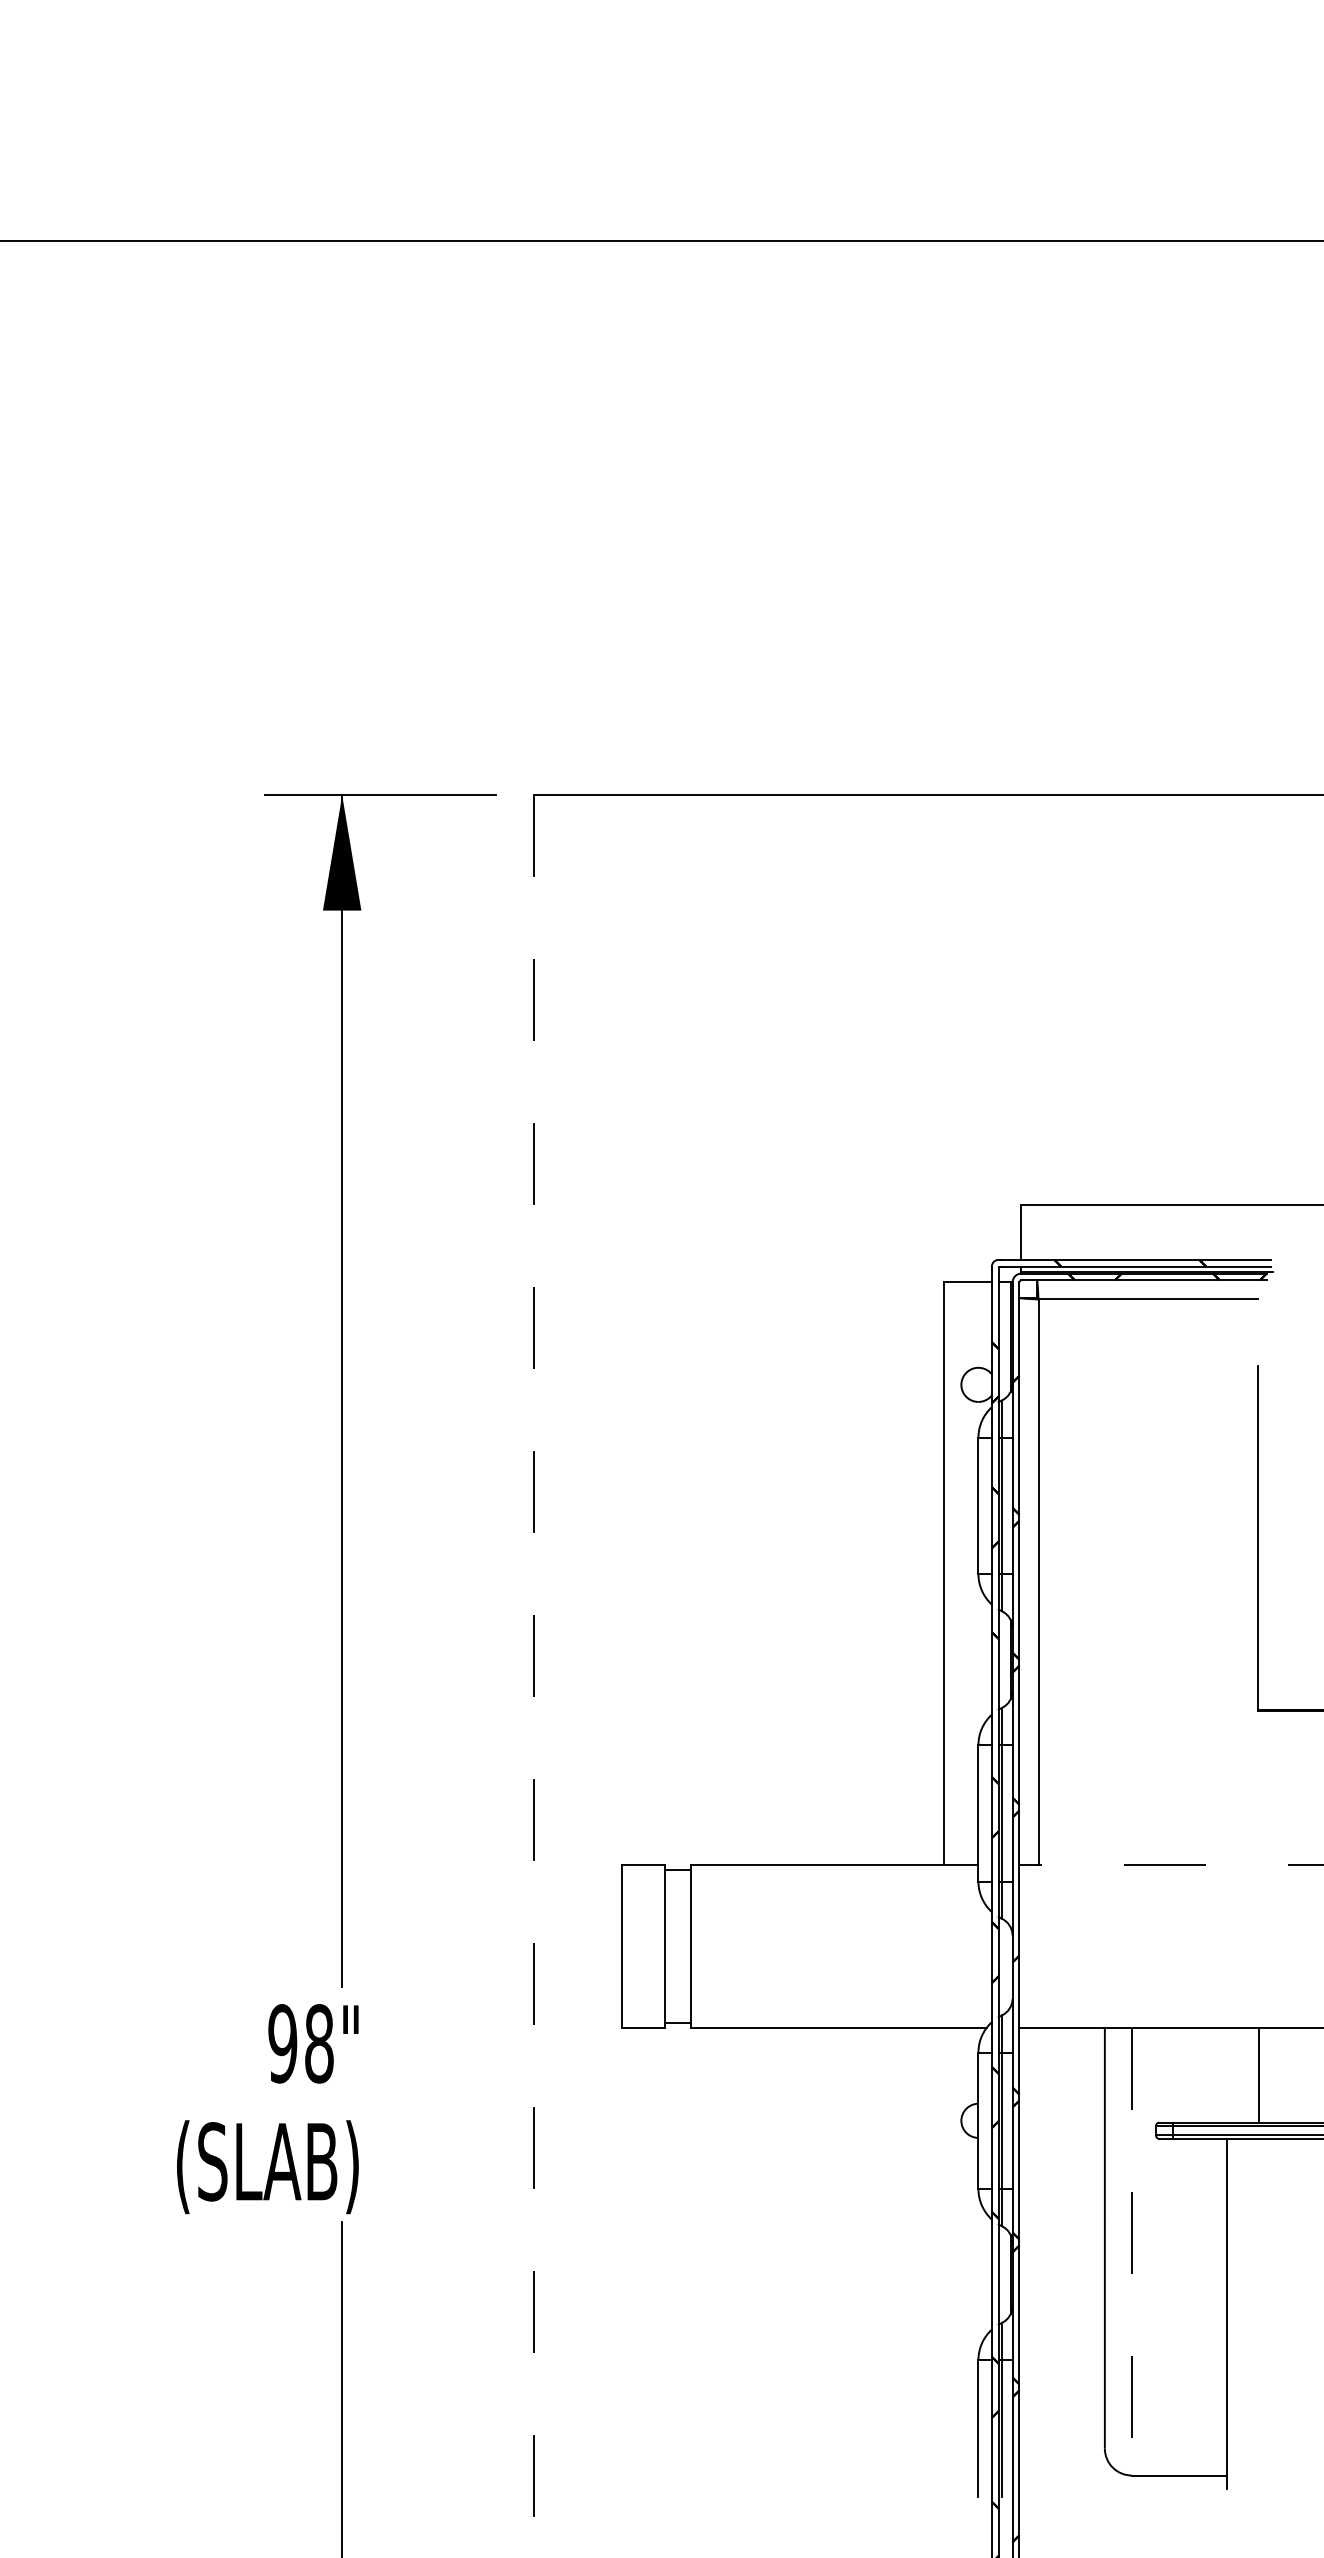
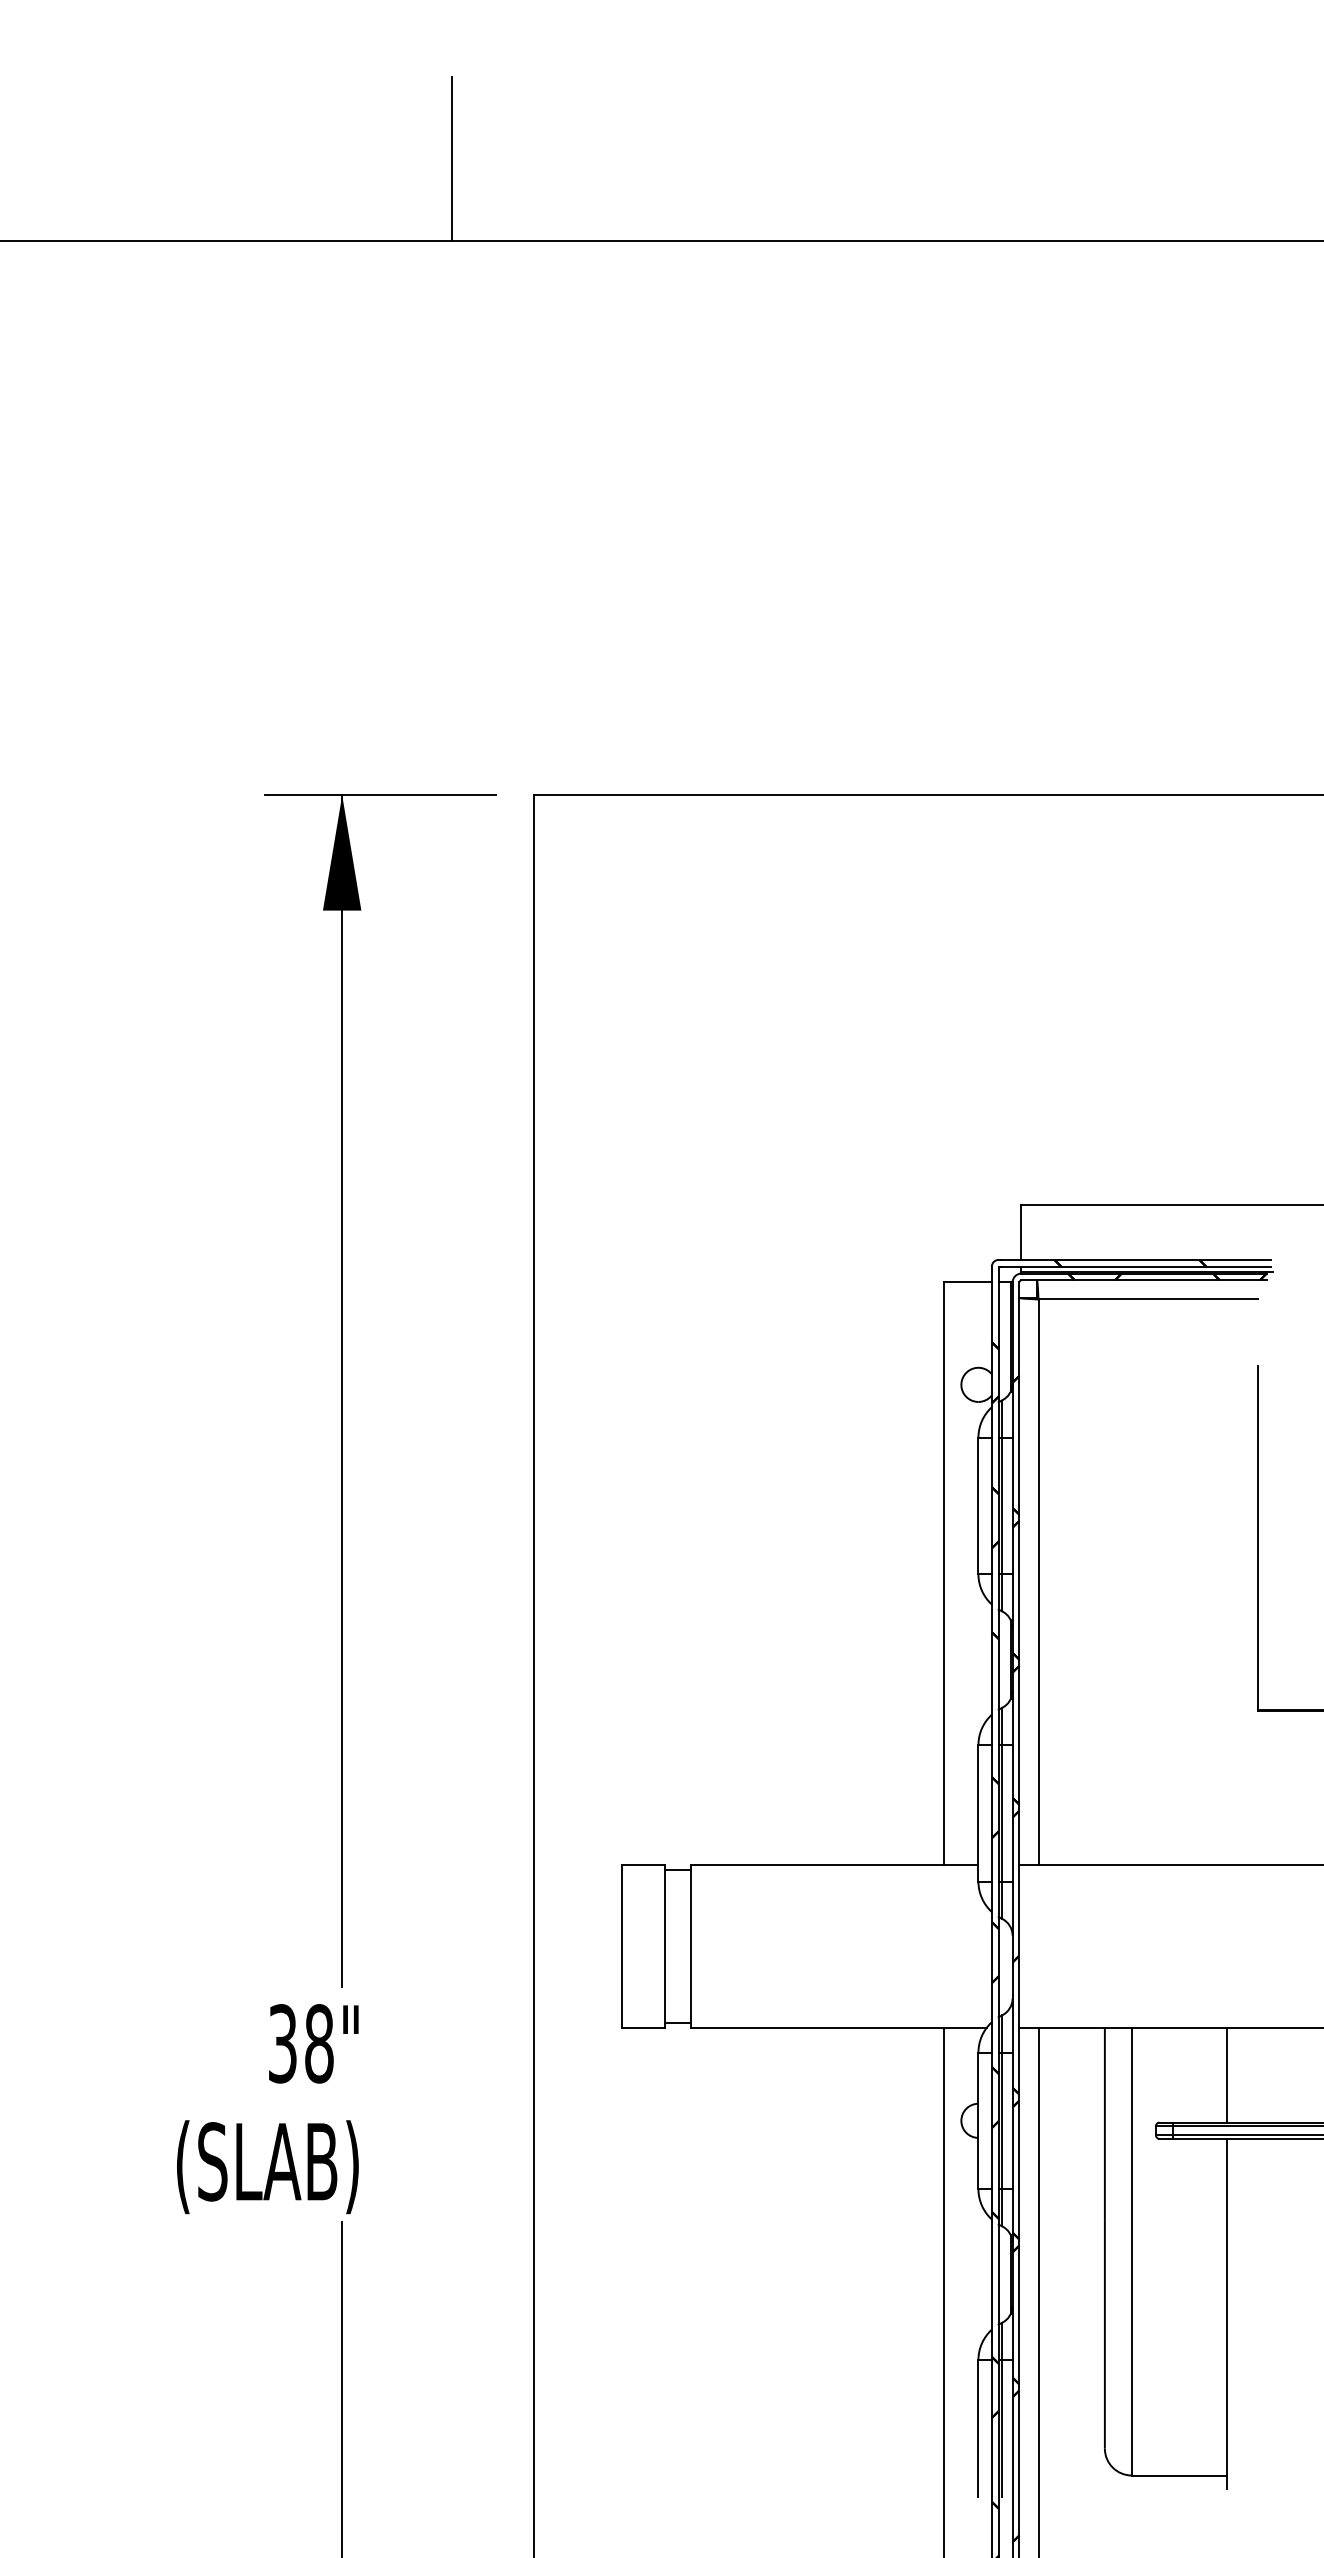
line at (451, 158): none -> present
line at (534, 1676): dashed -> solid
line at (1171, 1865): dashed -> solid
text at (282, 2043): 98" -> 38"
line at (1259, 2074) position: (1259, 2074) -> (1227, 2074)
line at (1131, 2251): dashed -> solid
line at (944, 2290): none -> present
line at (1038, 2290): none -> present
